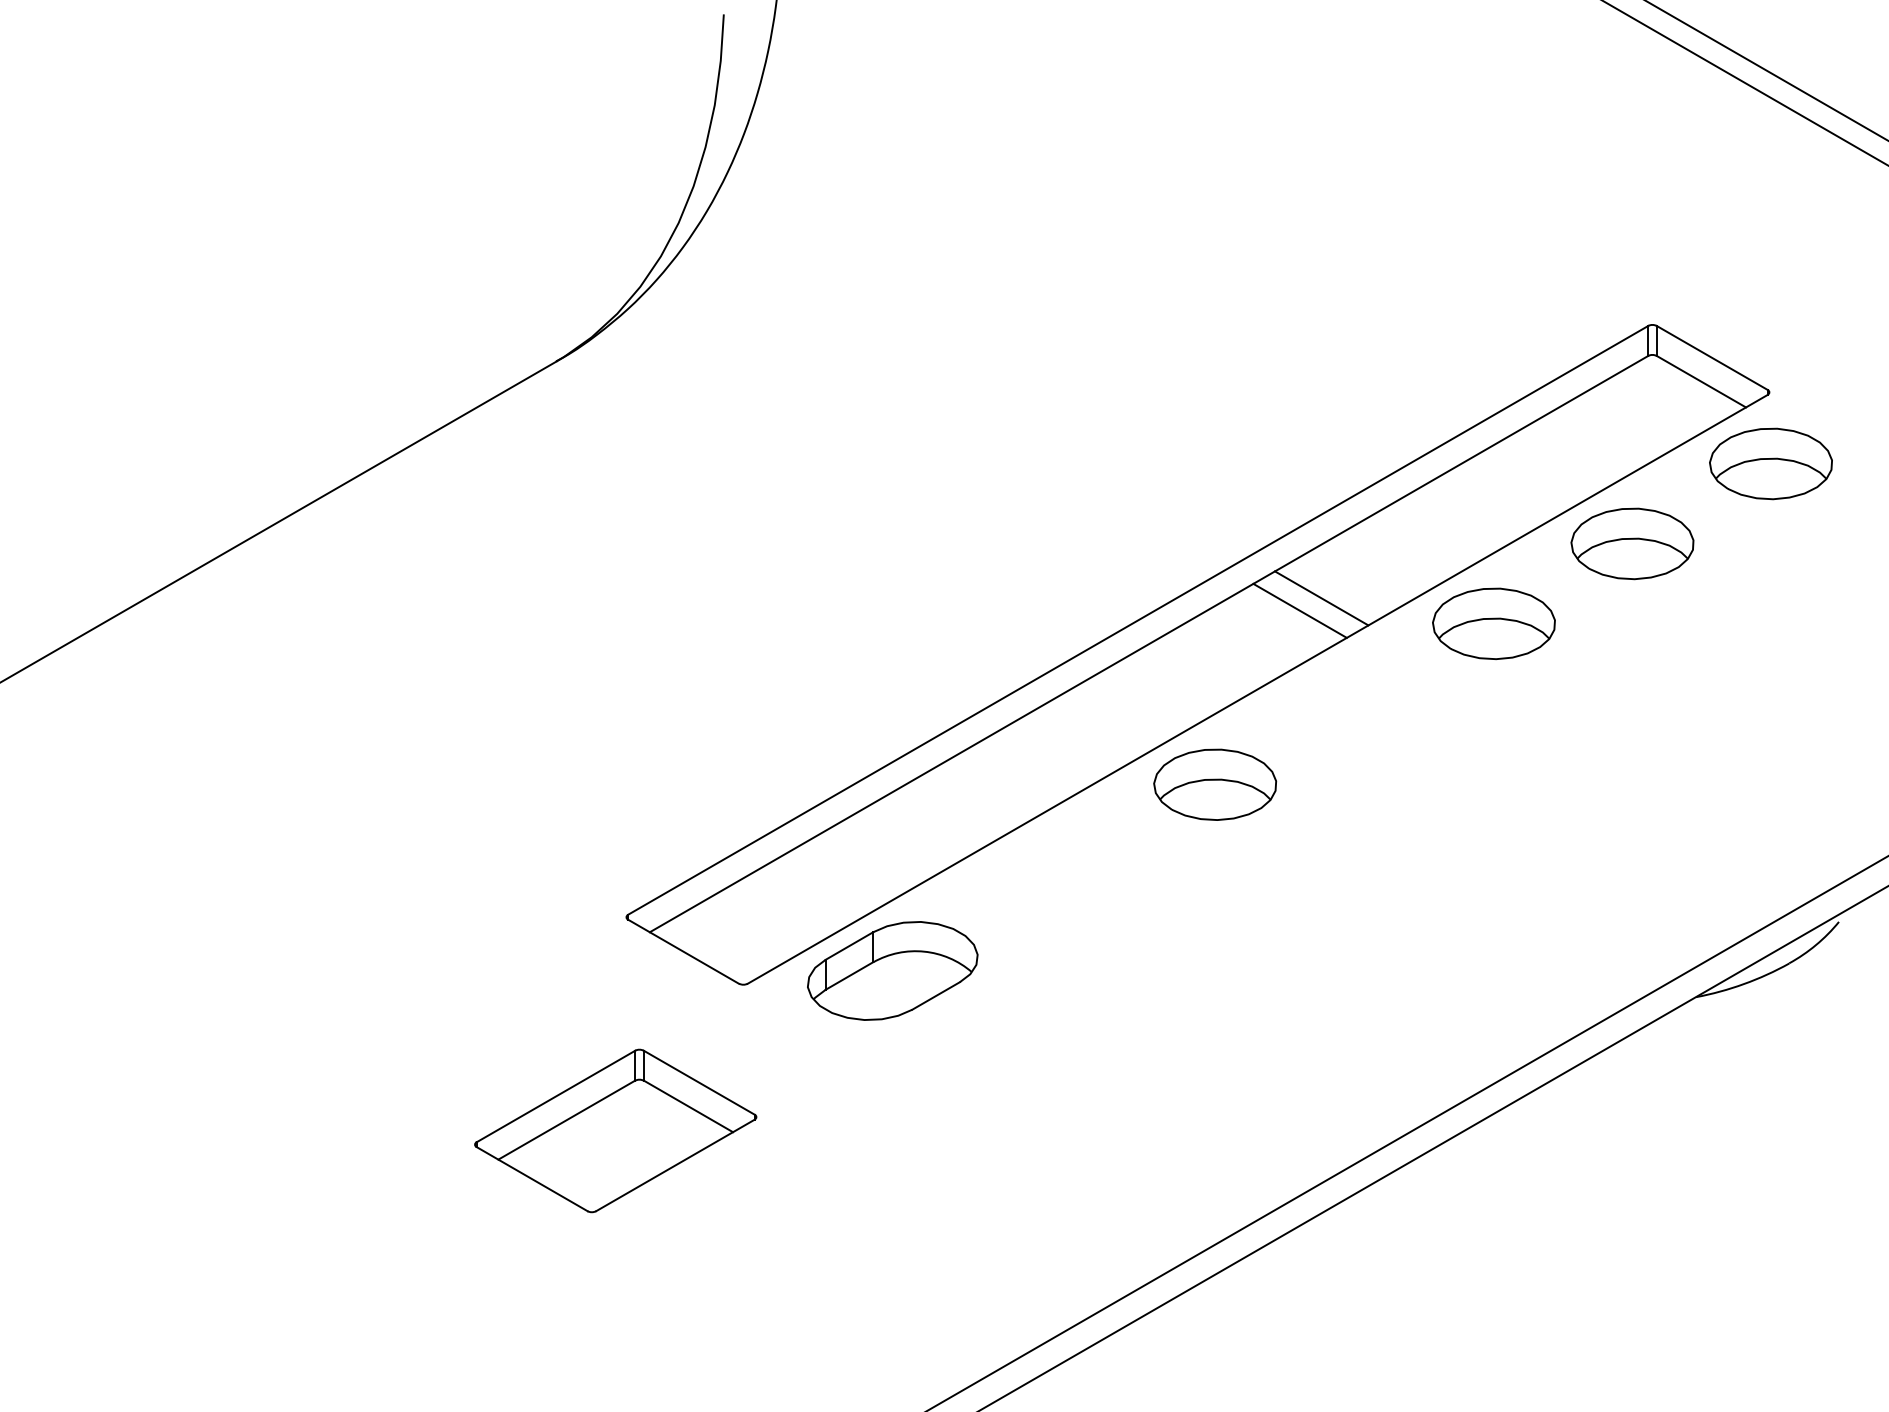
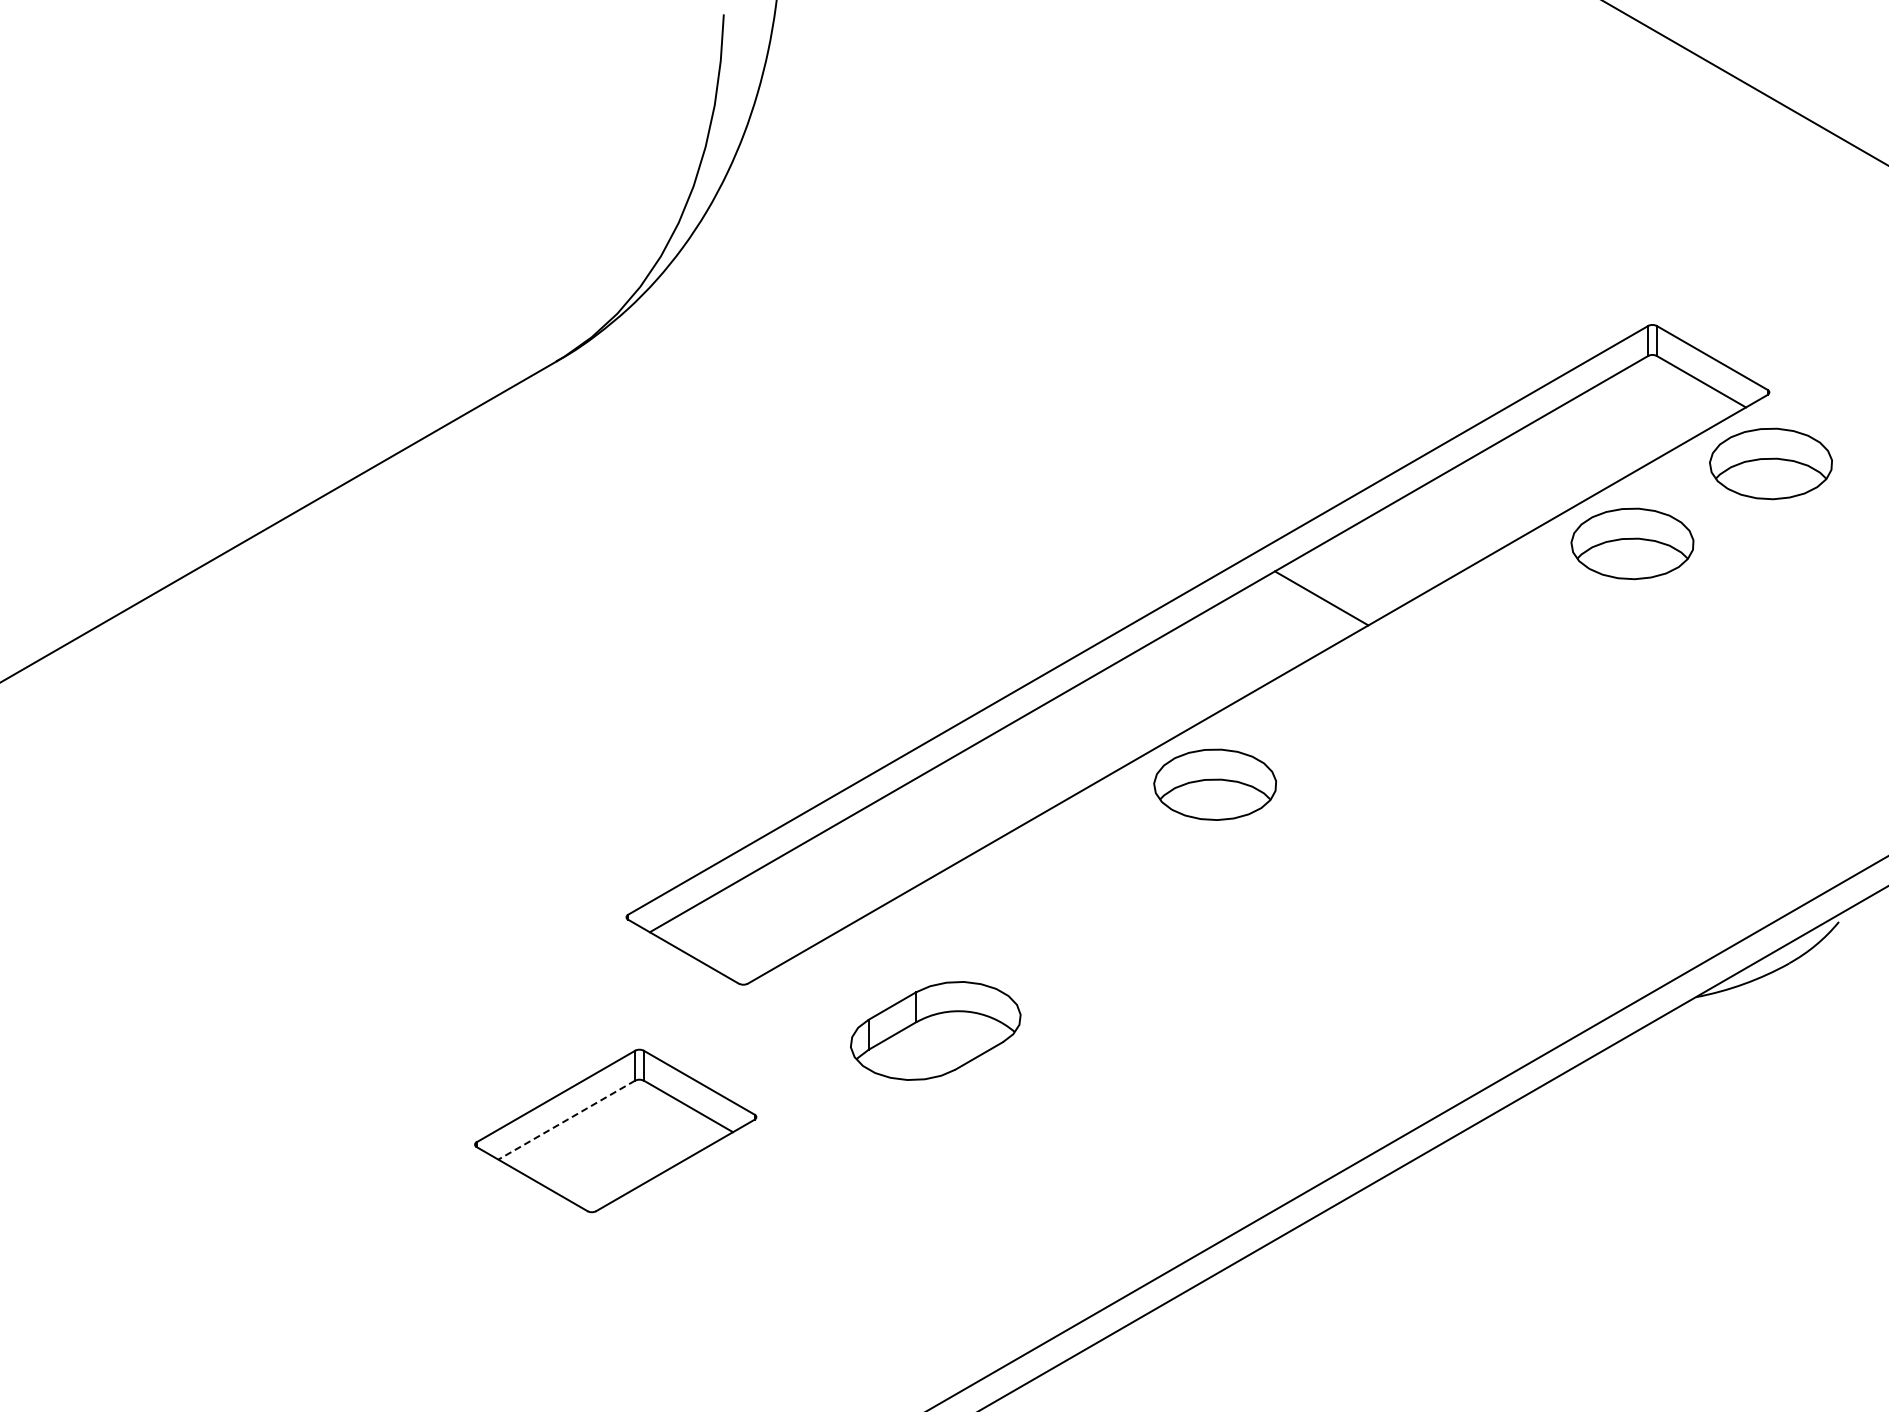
line at (1766, 70): present -> none
line at (1299, 610): present -> none
part at (1493, 623): present -> none
part at (892, 970) position: (892, 970) -> (935, 1030)
line at (566, 1120): solid -> dashed
